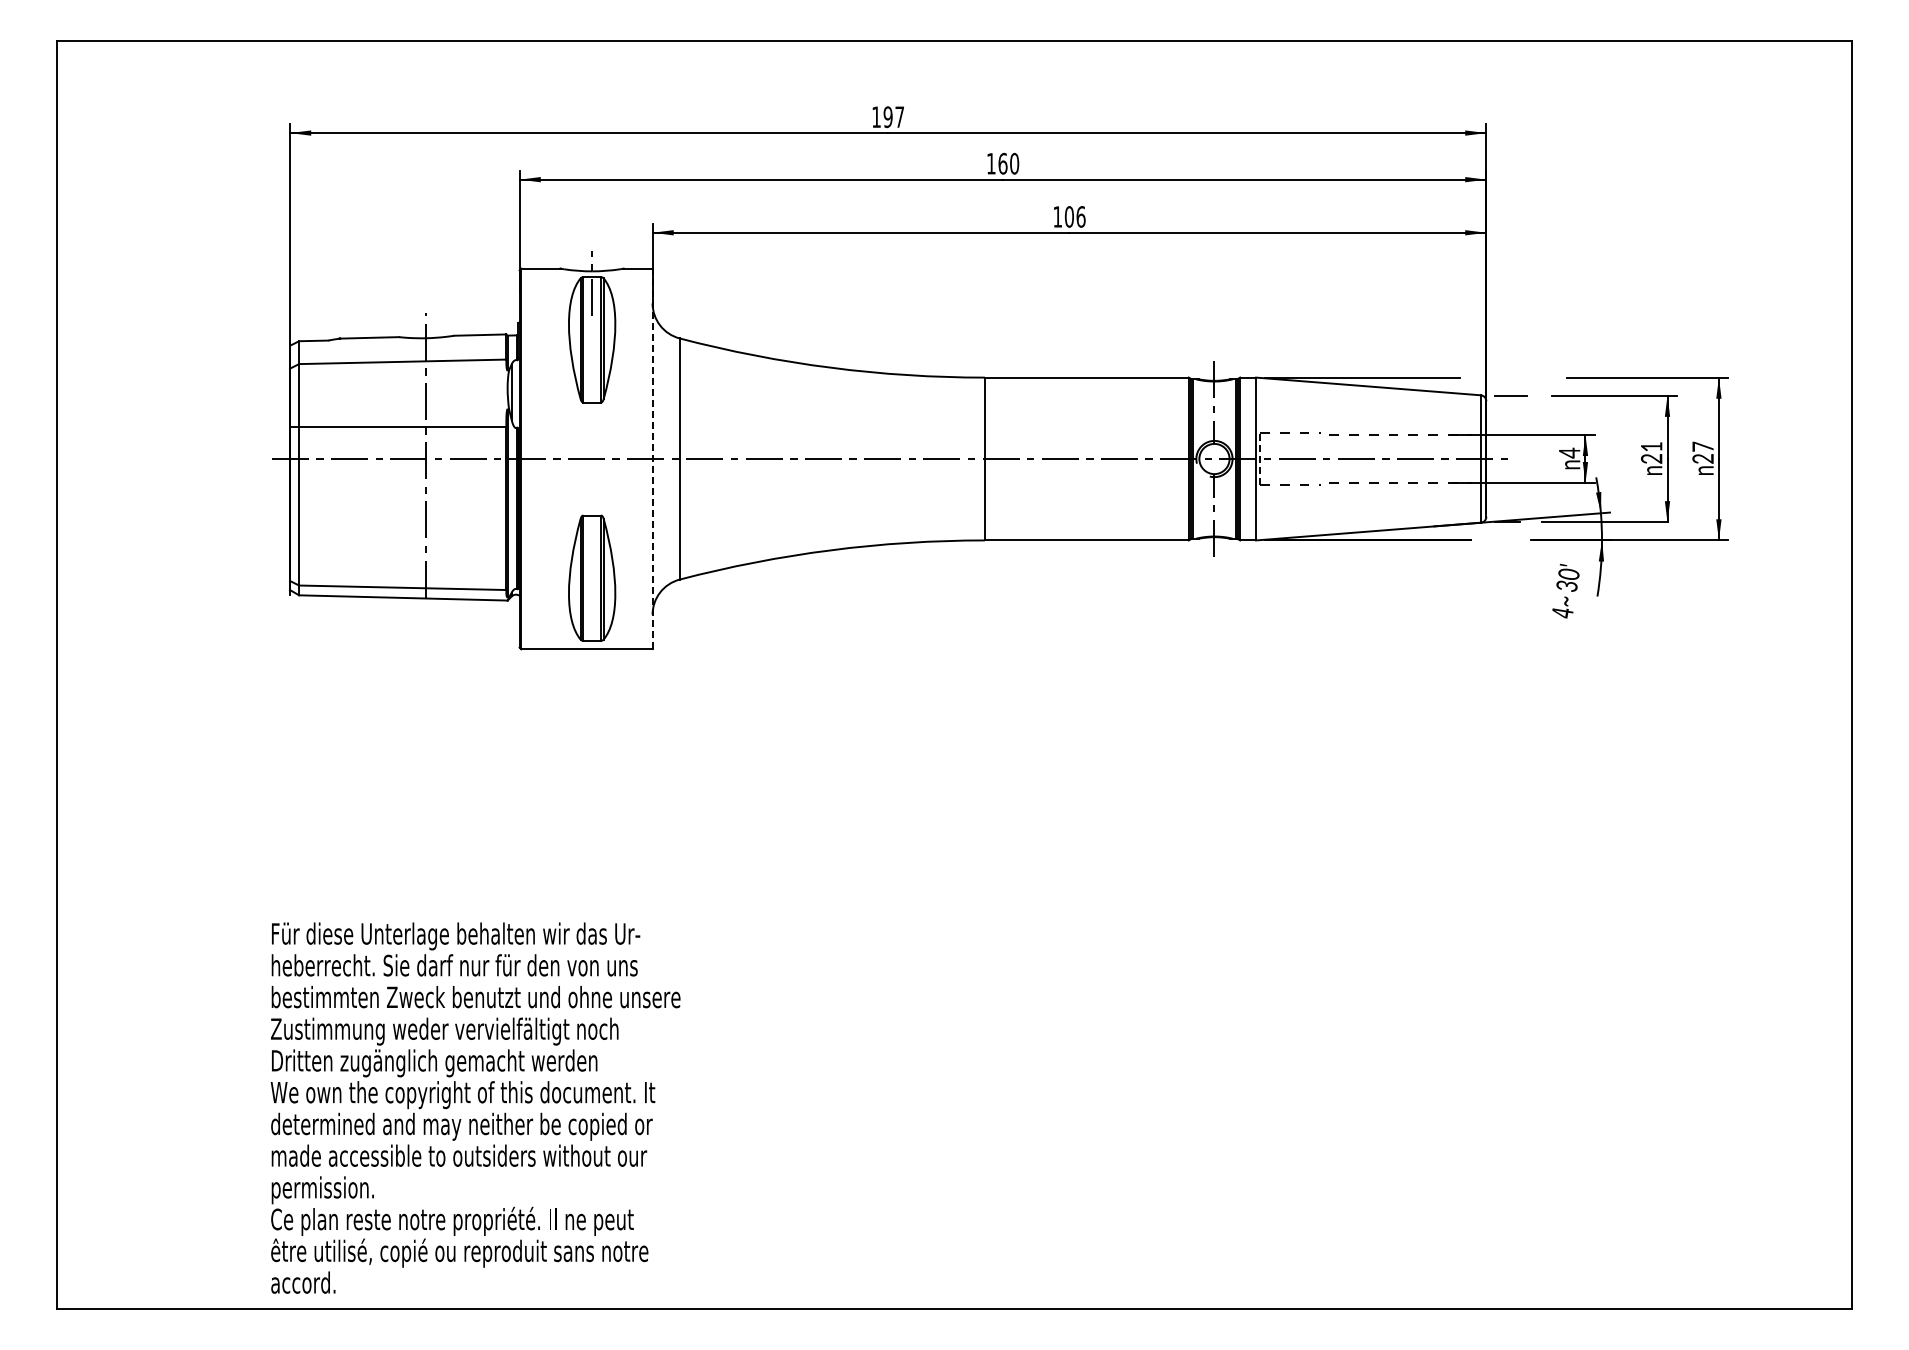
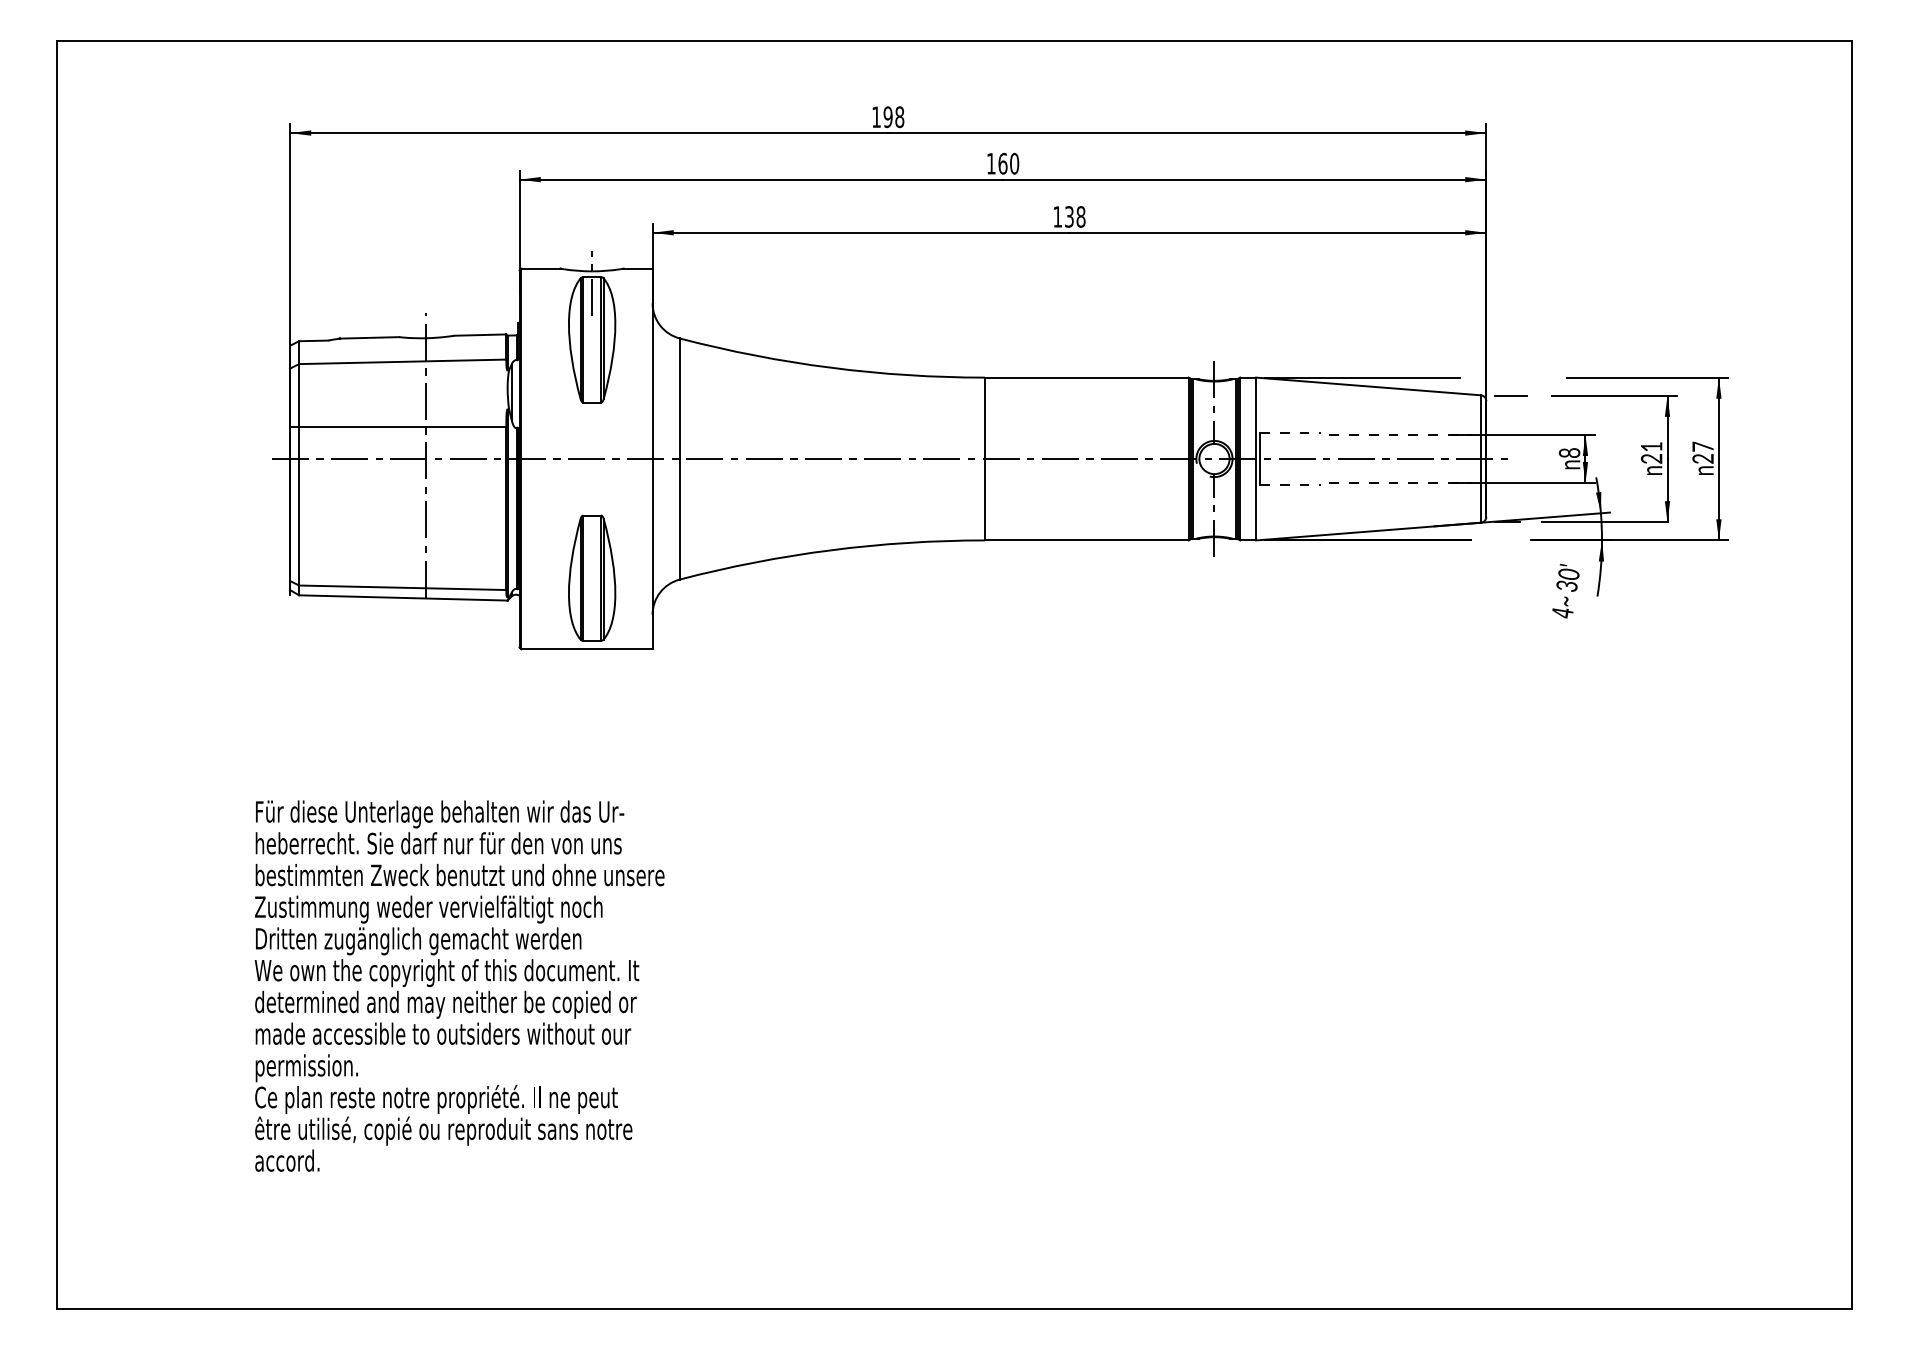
text at (899, 117): 197 -> 198
text at (1074, 216): 106 -> 138
text at (1569, 452): 4 -> 8
line at (652, 458): dashed -> solid
line at (1260, 458): dashed -> solid
text at (475, 1107) position: (475, 1107) -> (459, 985)
